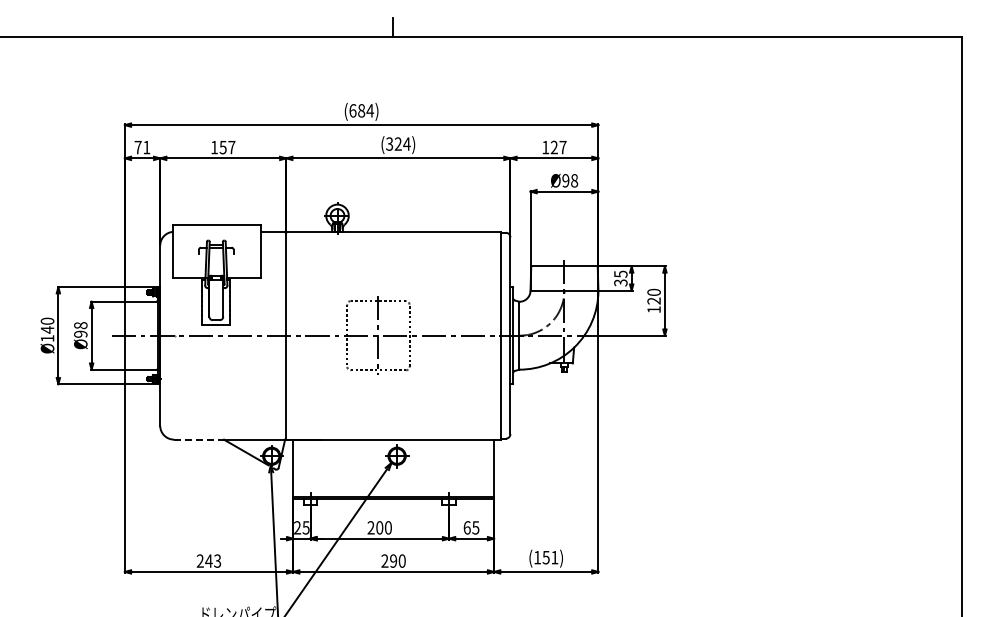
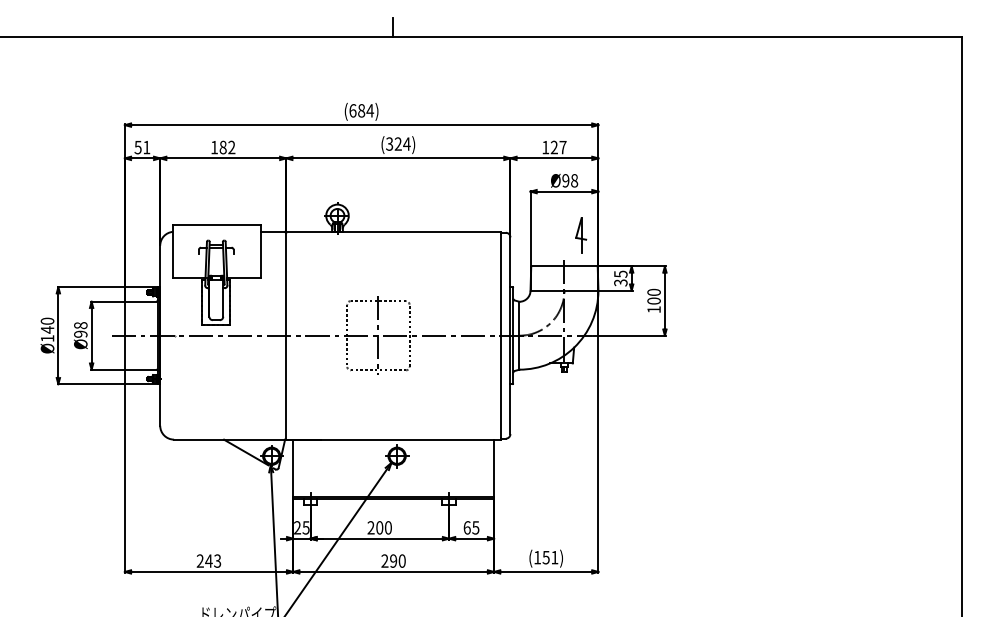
text at (137, 147): 71 -> 51
text at (227, 147): 157 -> 182
part at (581, 235): none -> present
text at (653, 300): 120 -> 100
line at (199, 439): dashed -> solid
